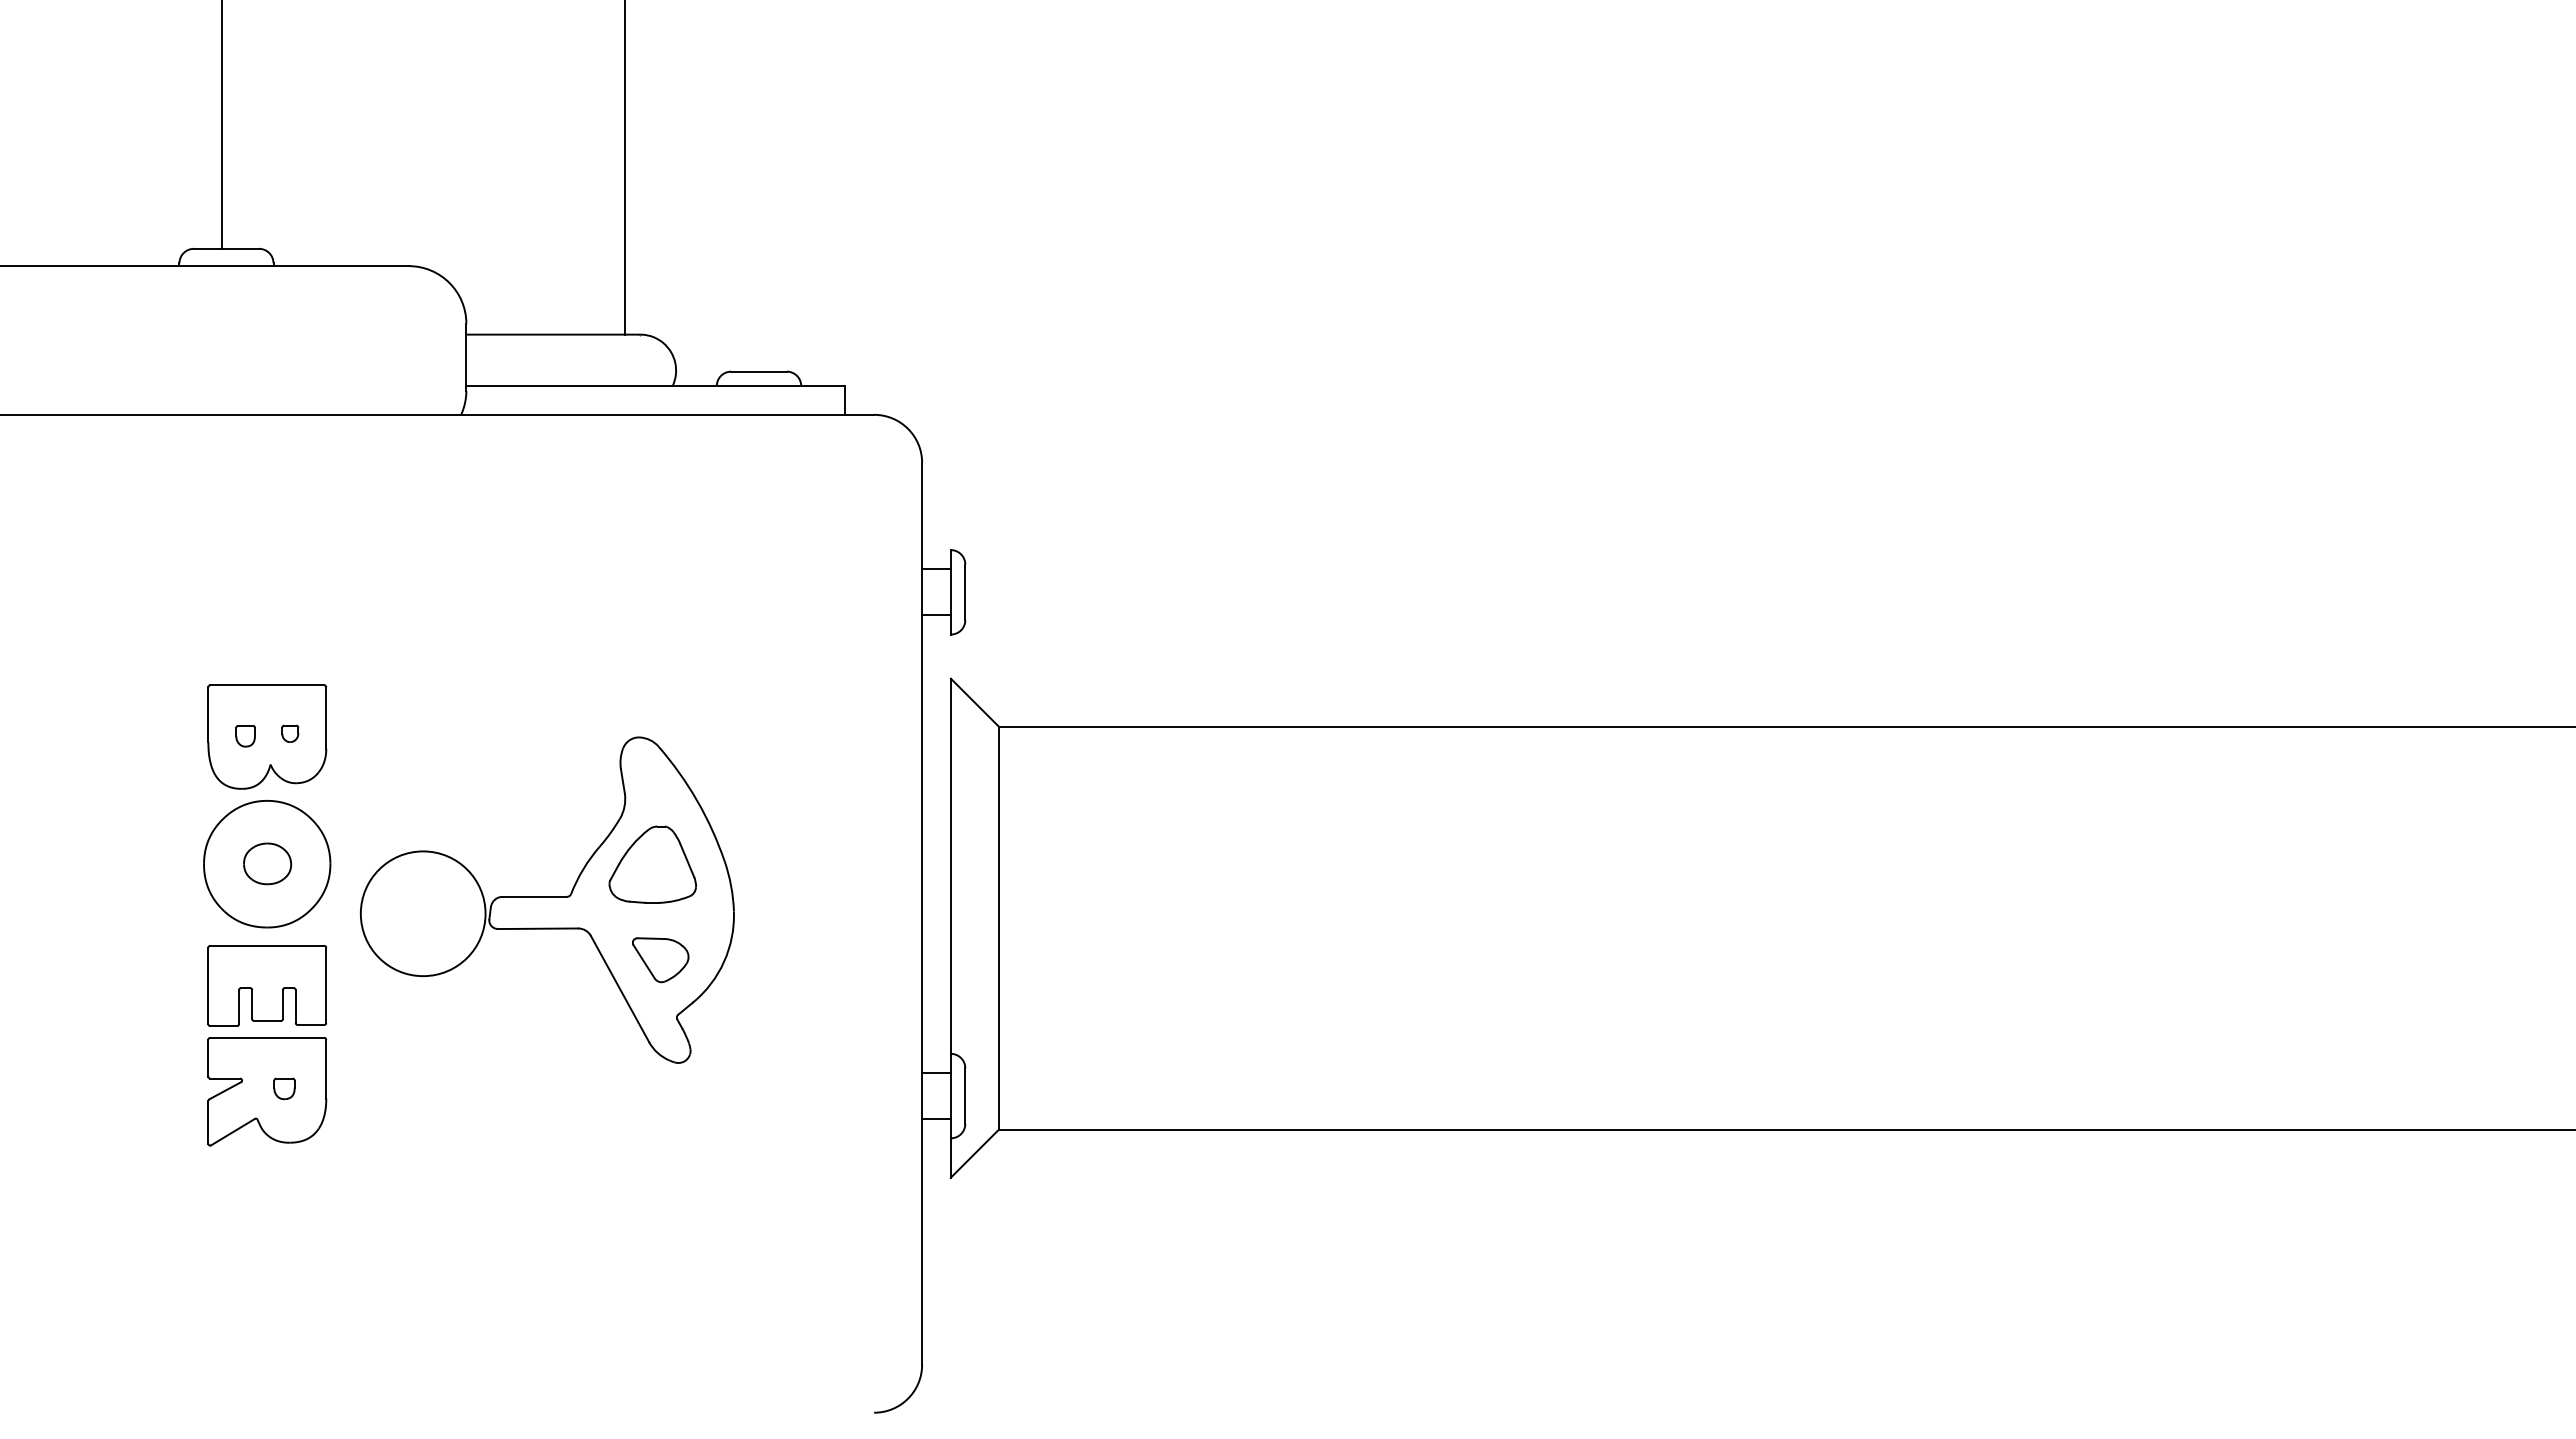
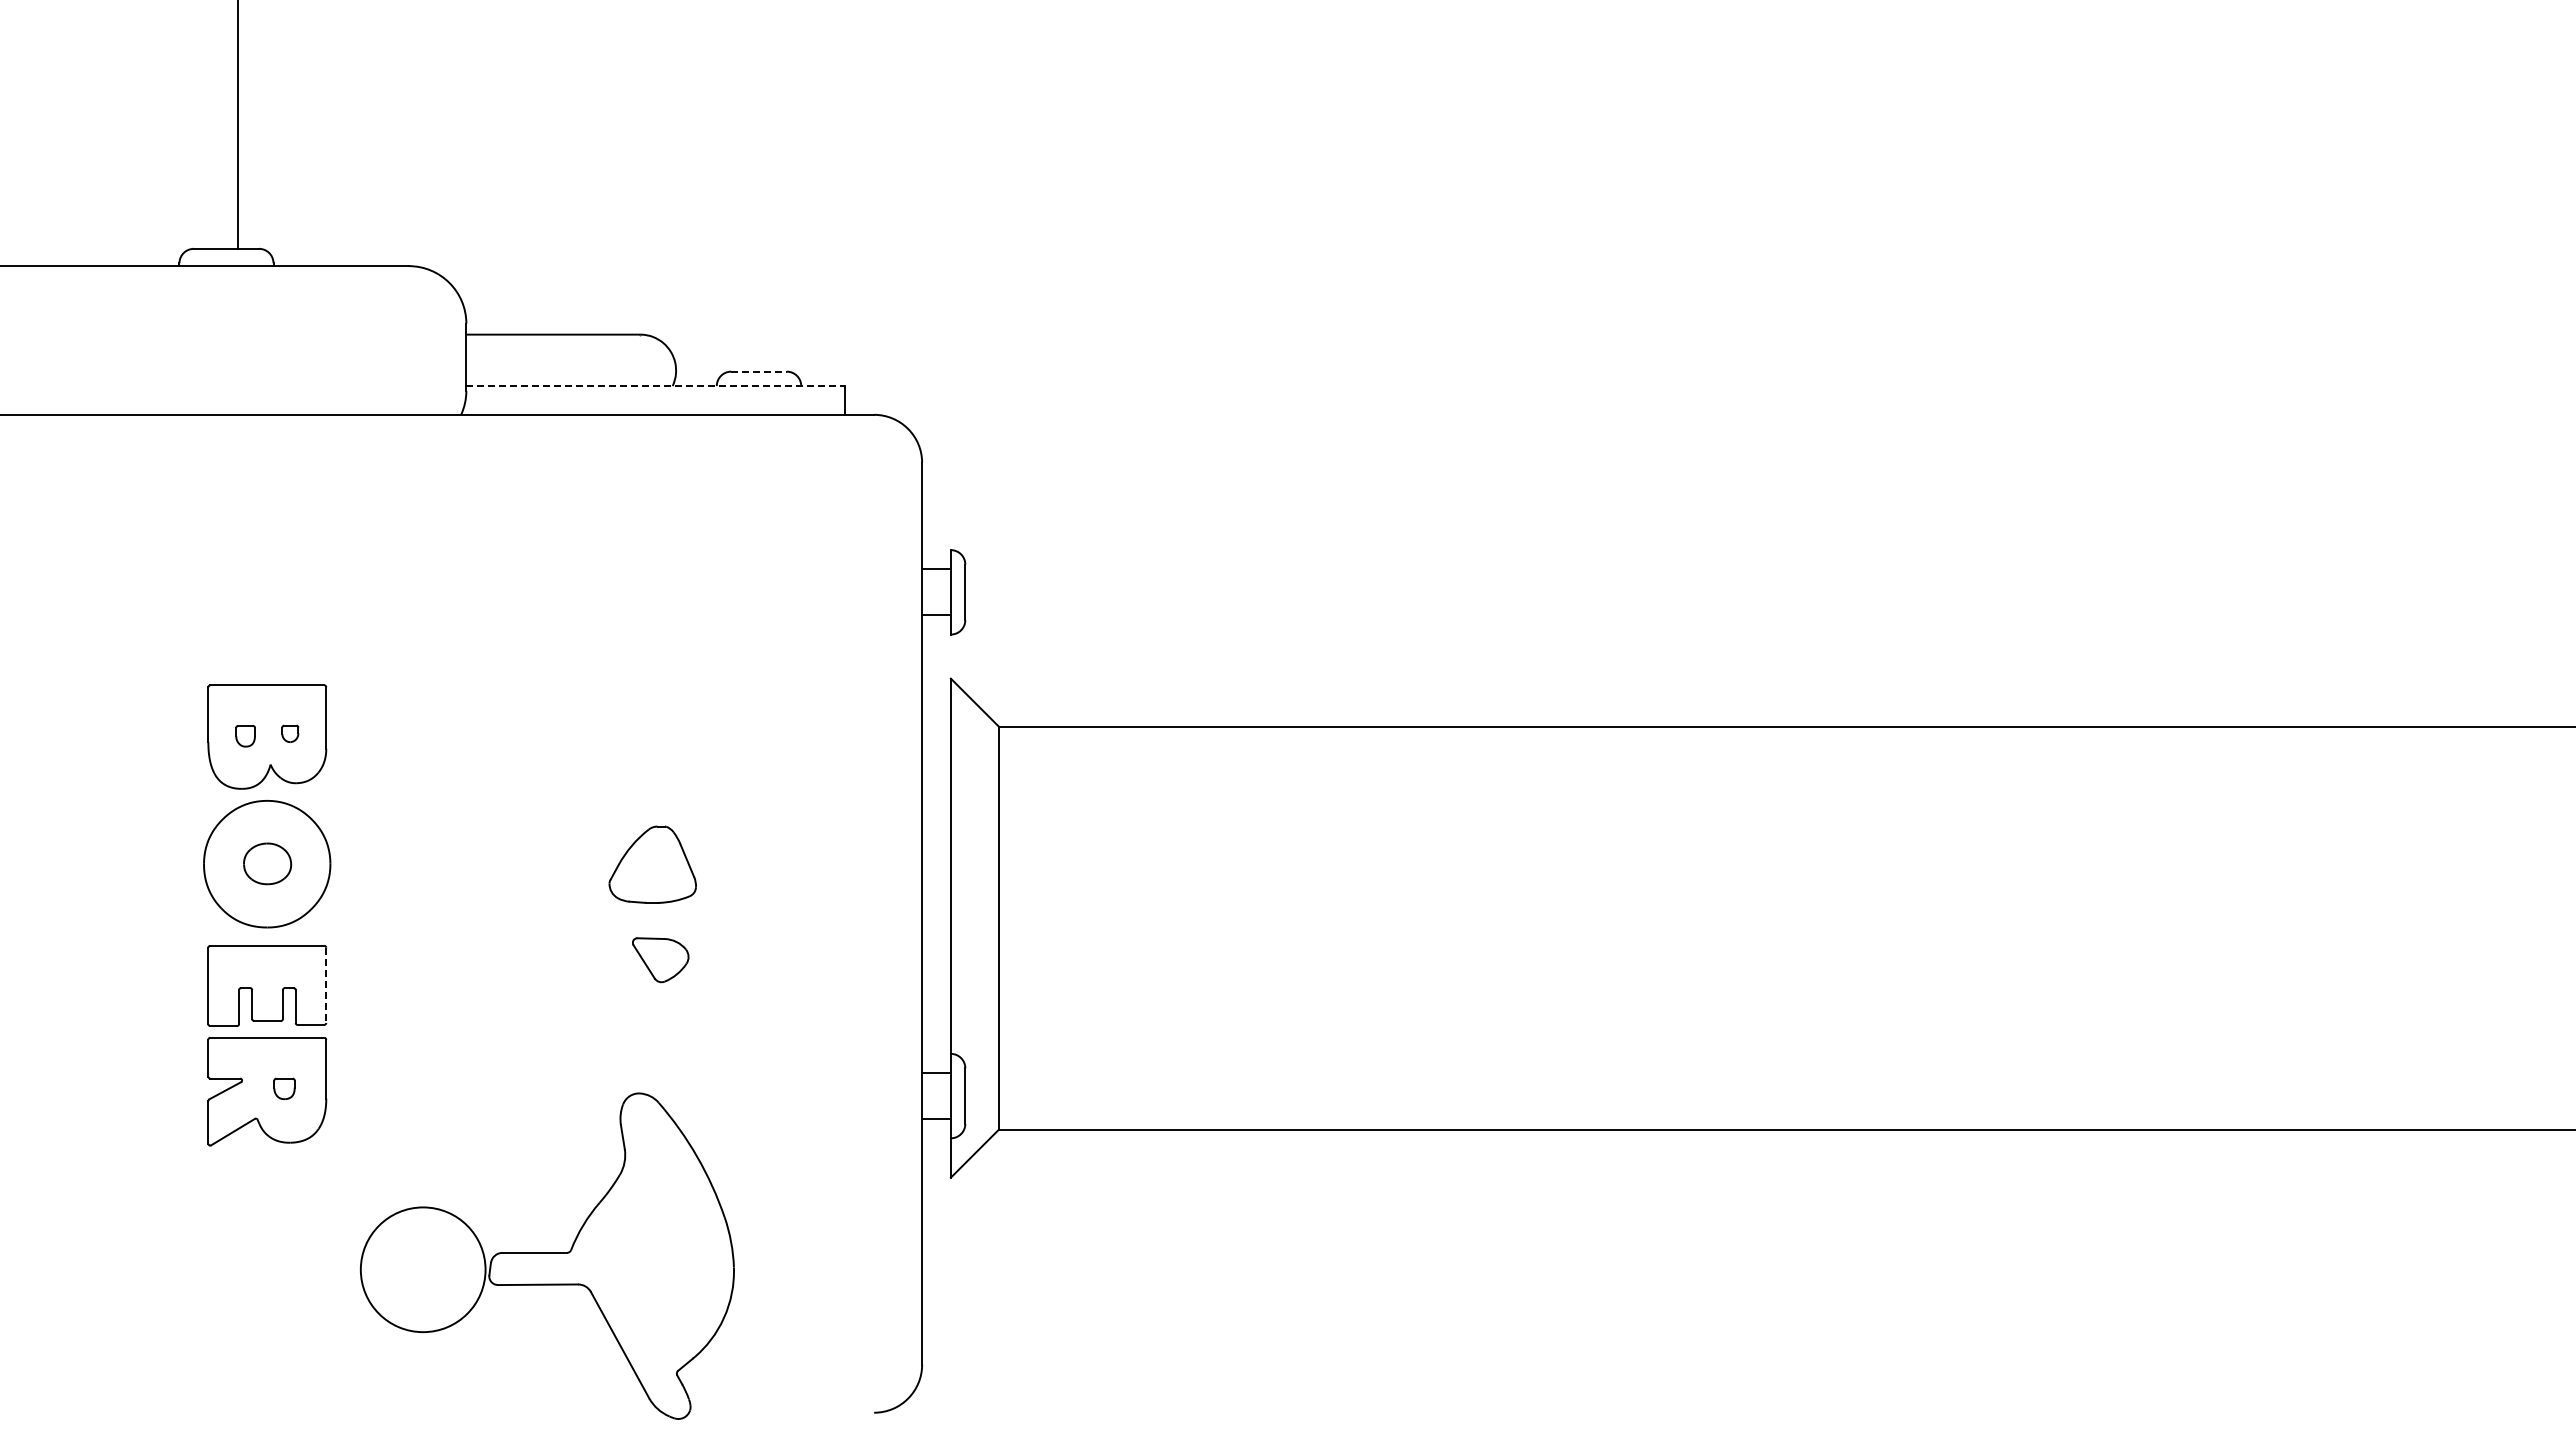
line at (221, 125) position: (221, 125) -> (237, 125)
line at (624, 168): present -> none
line at (759, 371): solid -> dashed
line at (655, 386): solid -> dashed
part at (546, 899) position: (546, 899) -> (546, 1255)
line at (326, 985): solid -> dashed
